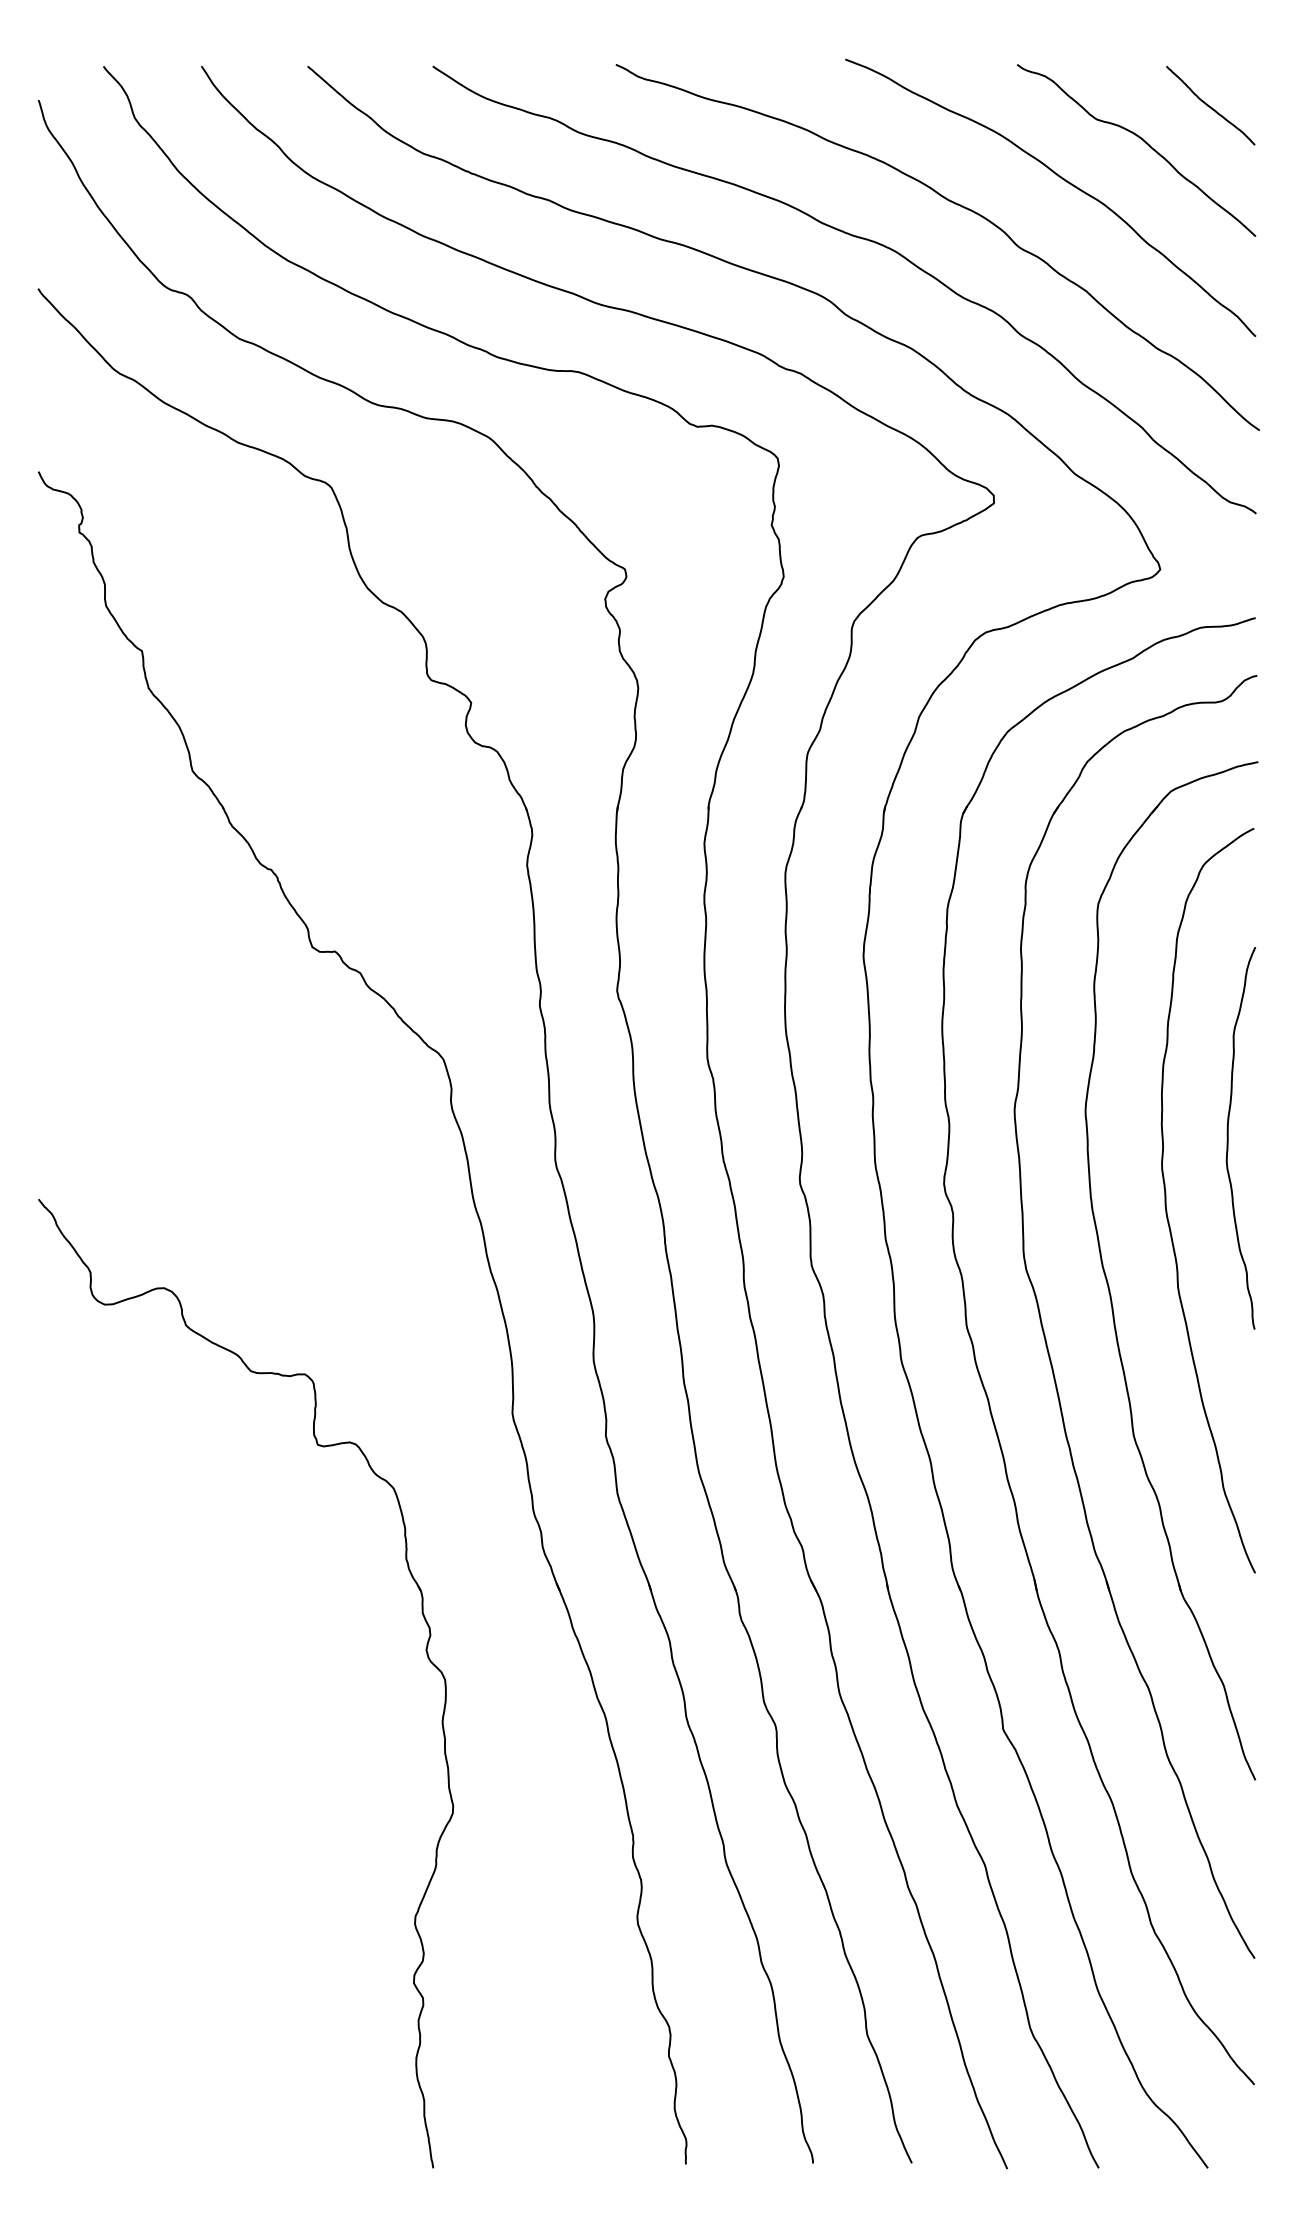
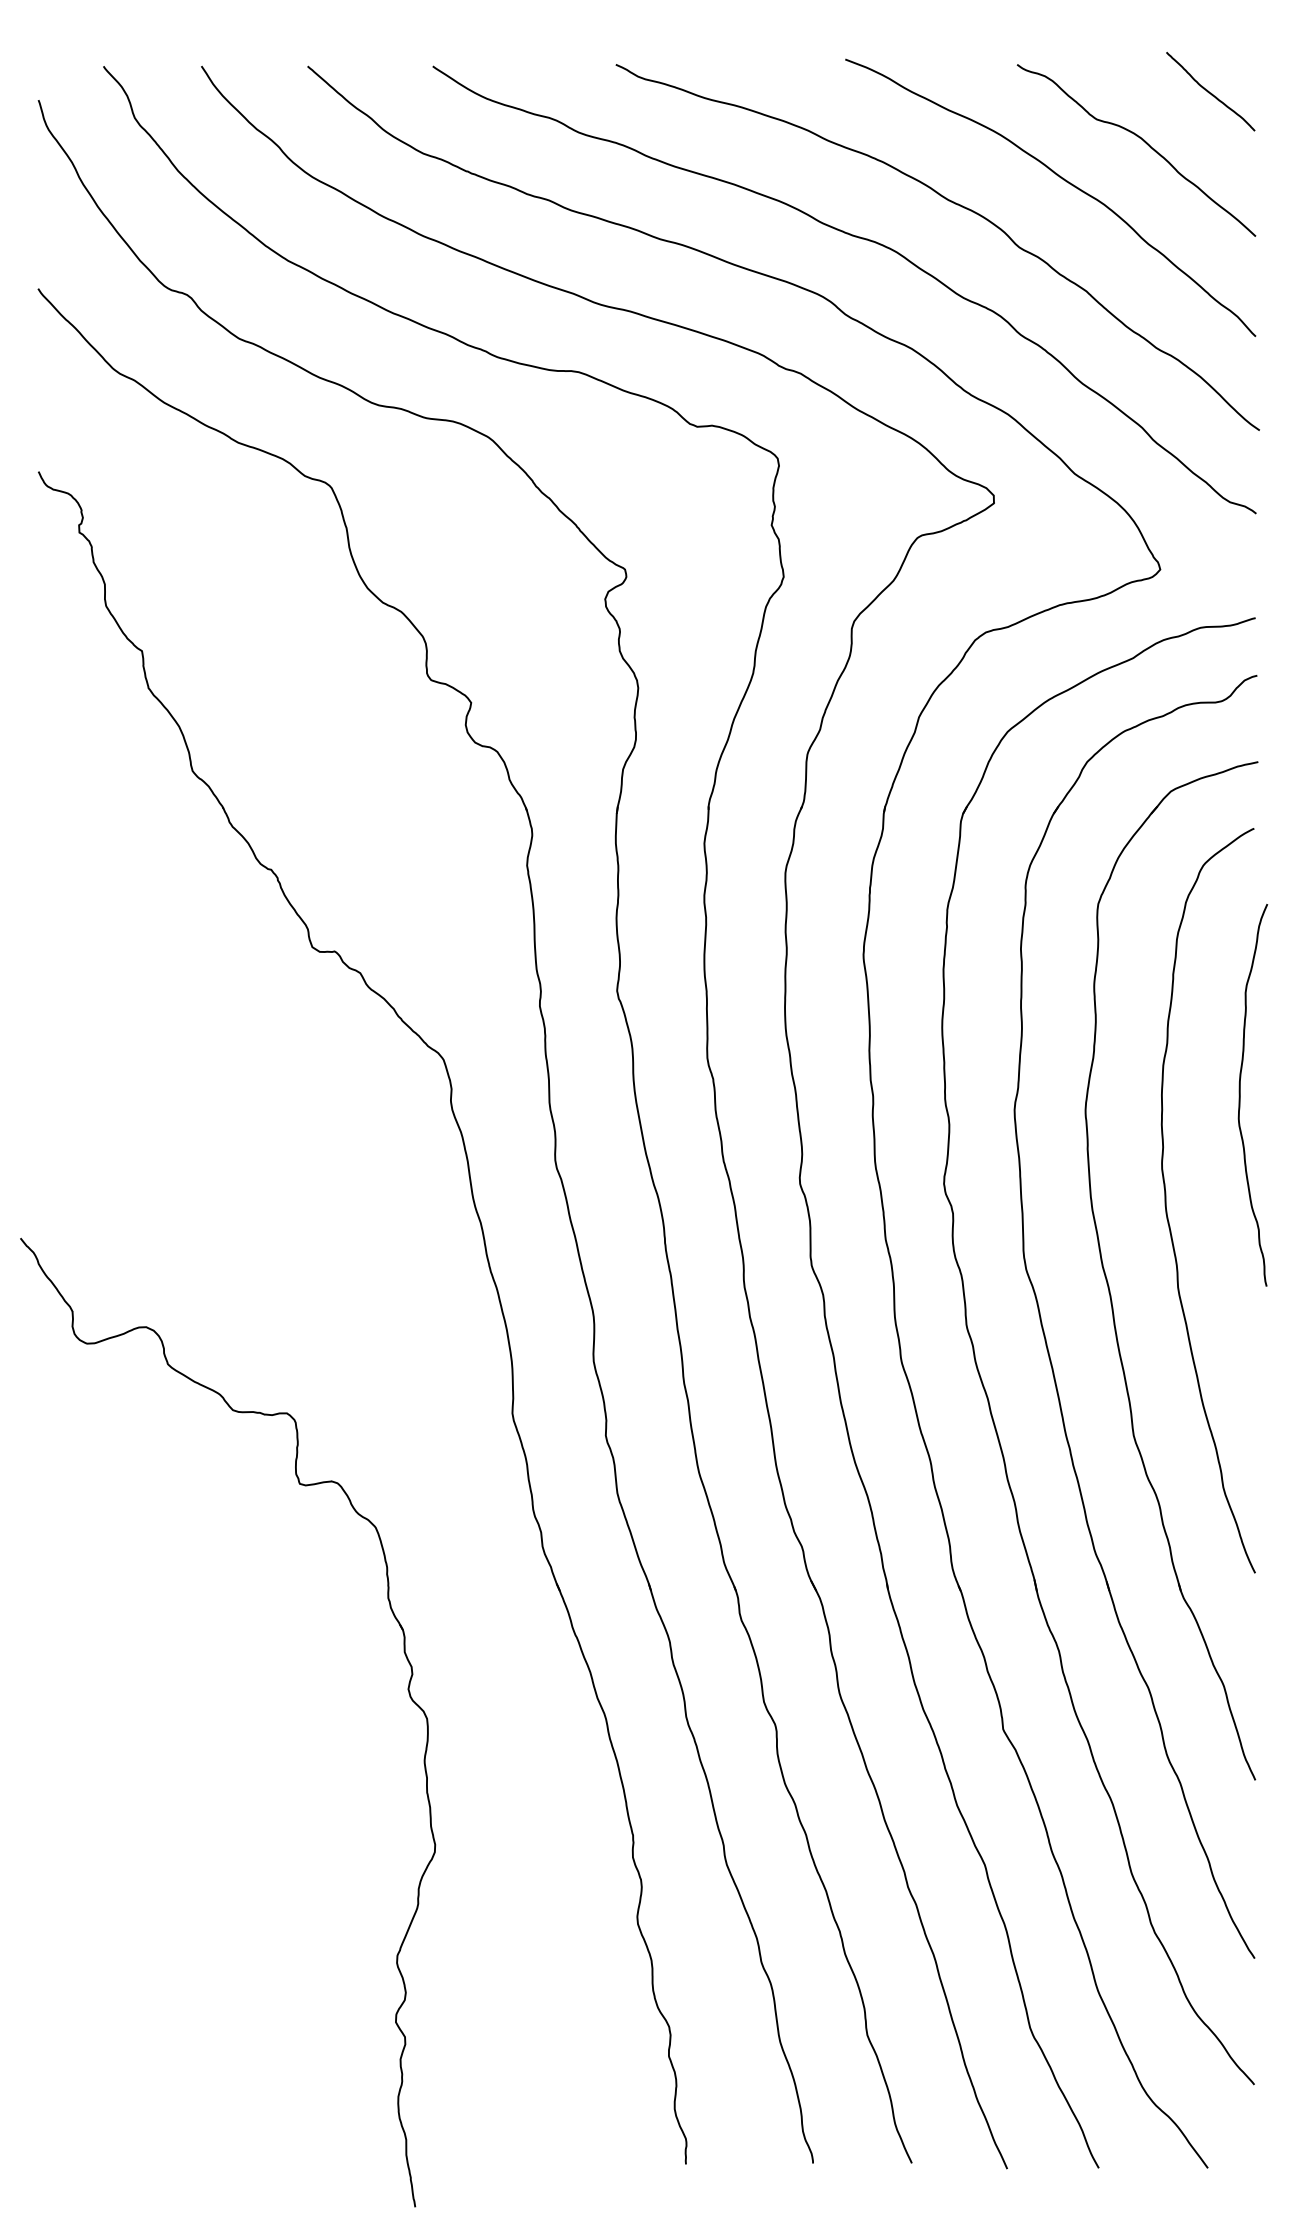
curve at (1209, 105) position: (1209, 105) -> (1209, 91)
curve at (1228, 1138) position: (1228, 1138) -> (1240, 1095)
part at (425, 1651) position: (425, 1651) -> (407, 1690)
